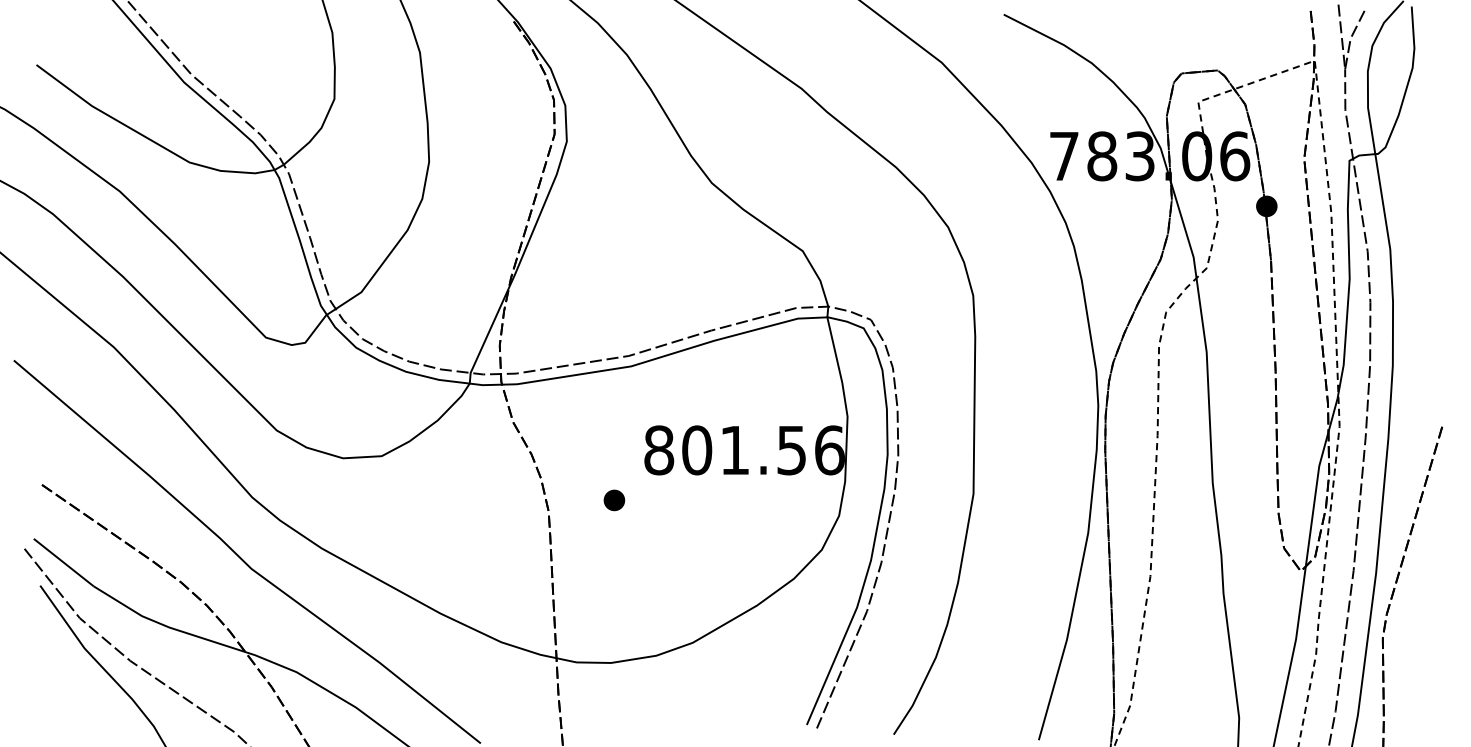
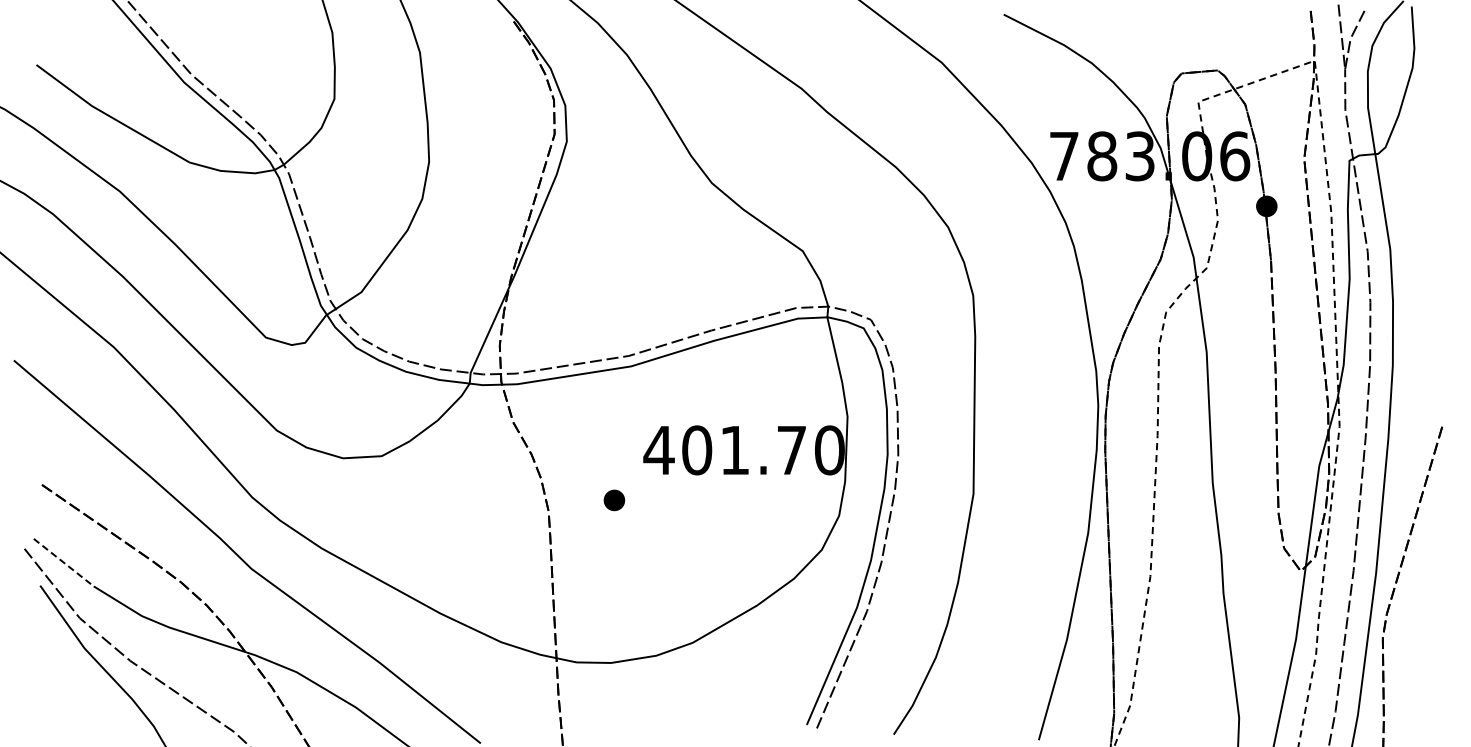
text at (743, 450): 801.56 -> 401.70
line at (64, 562): solid -> dashed
